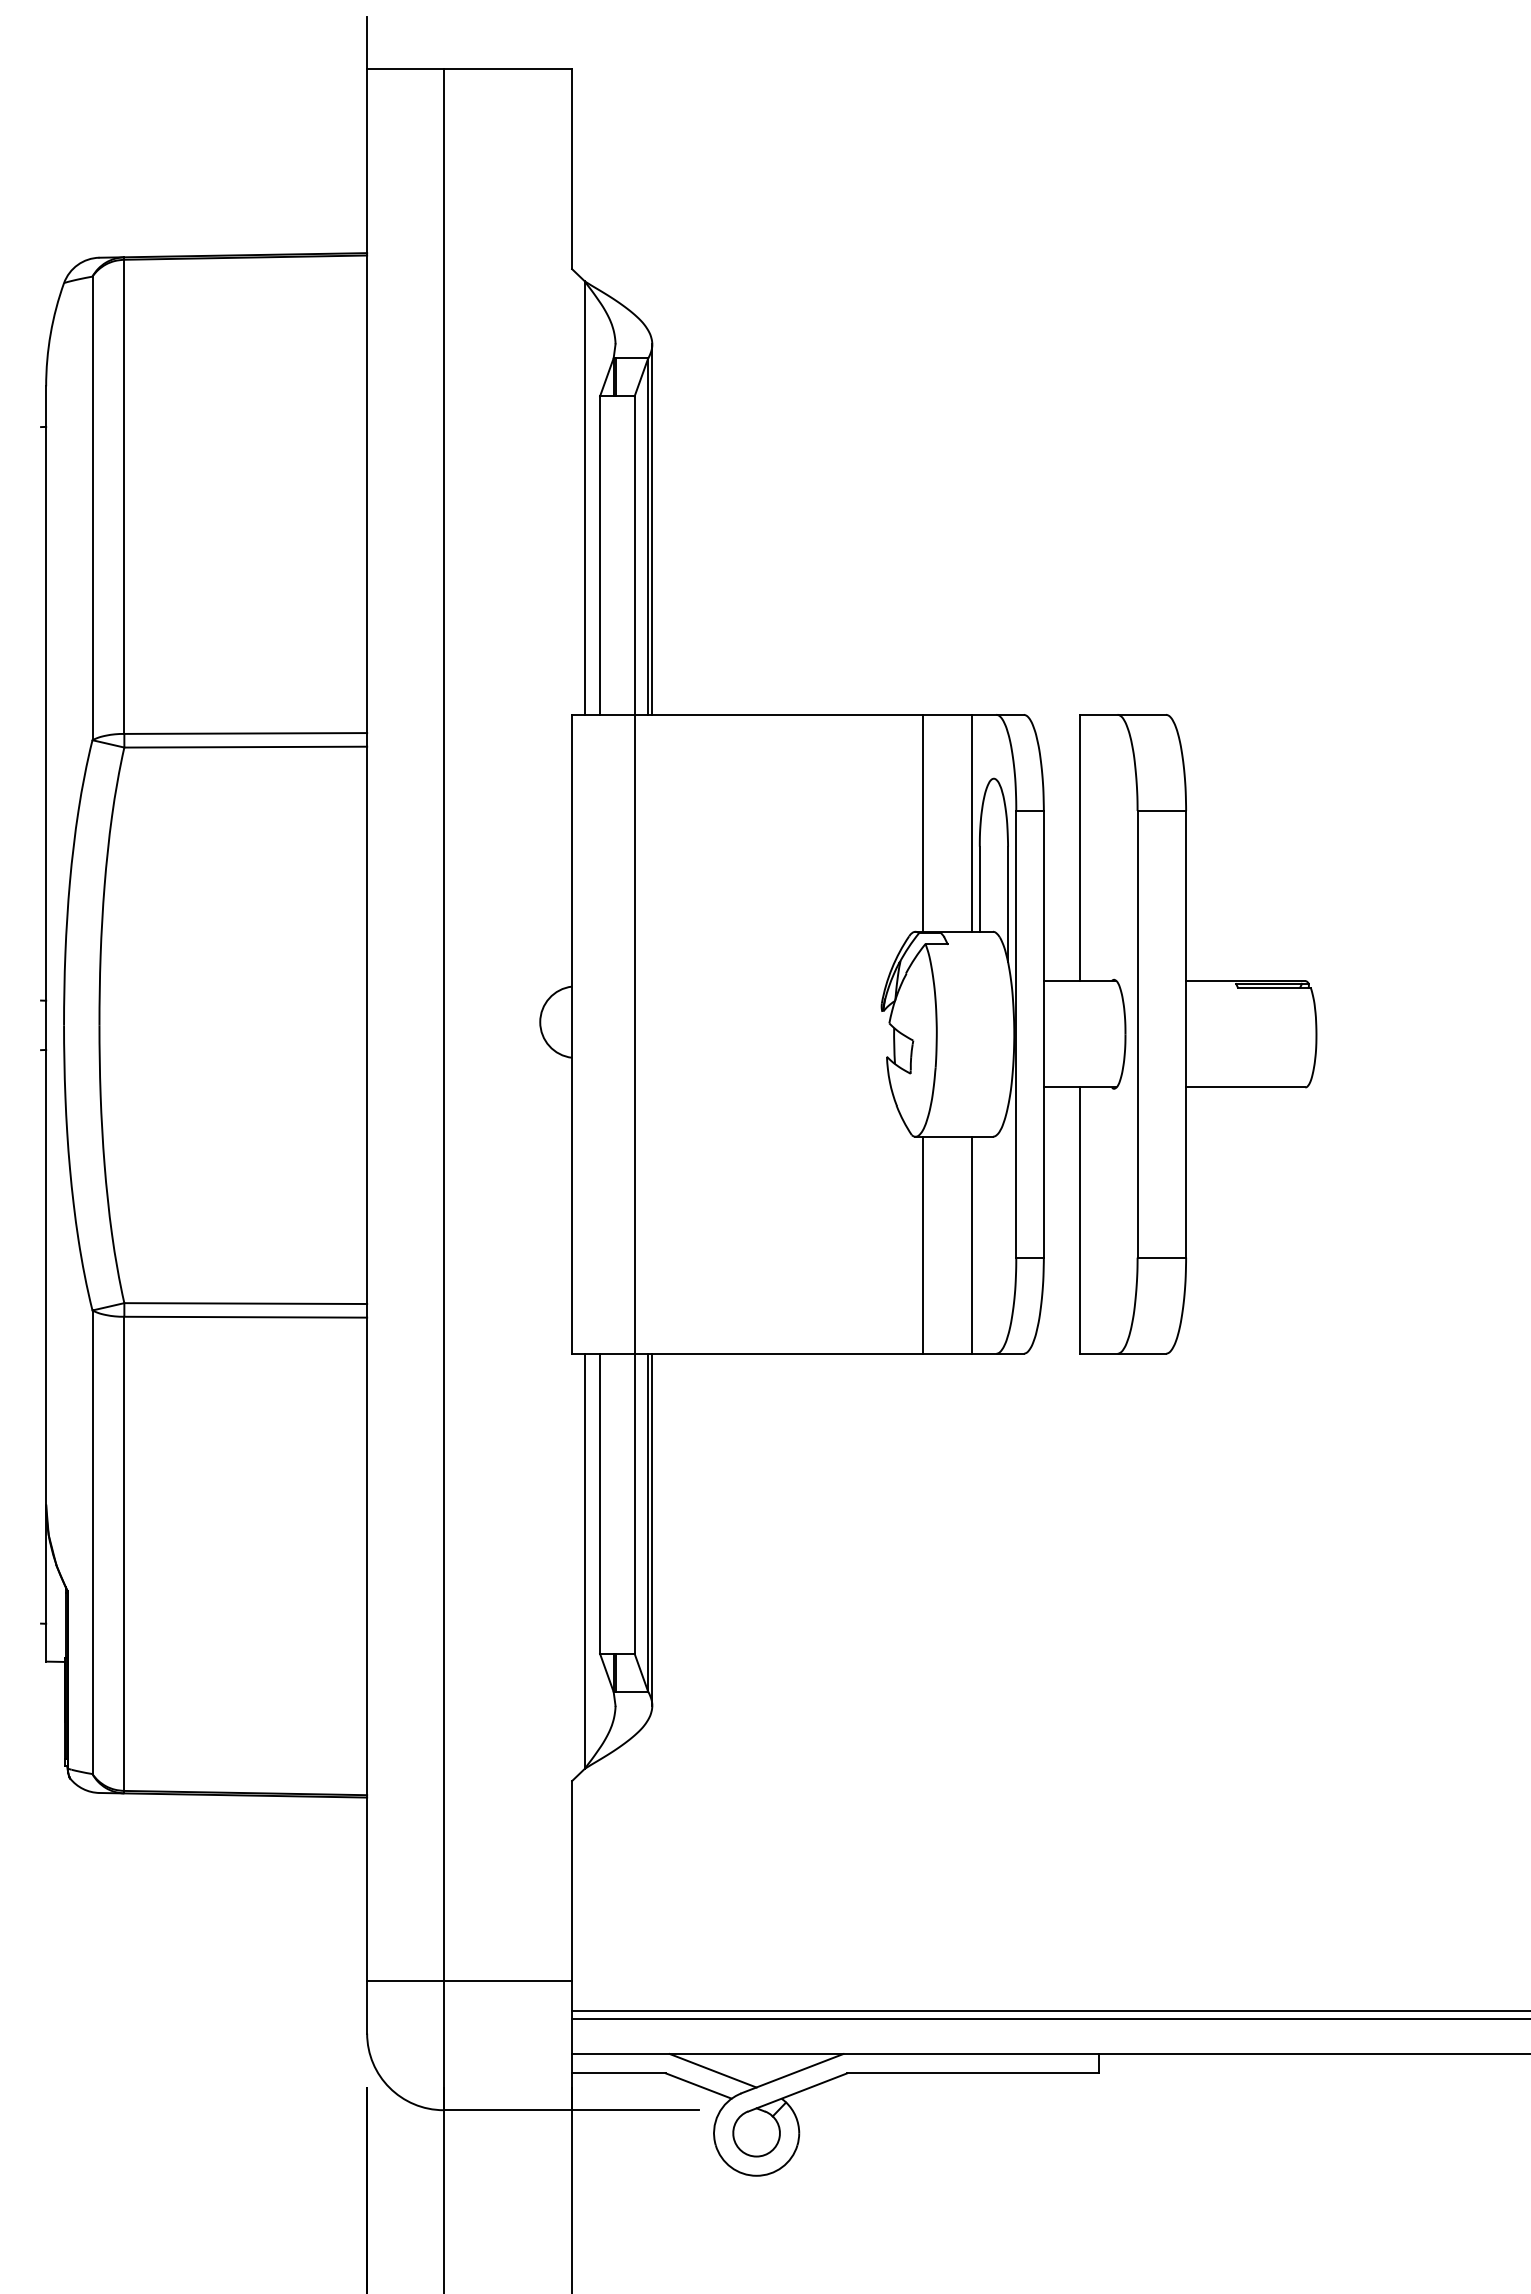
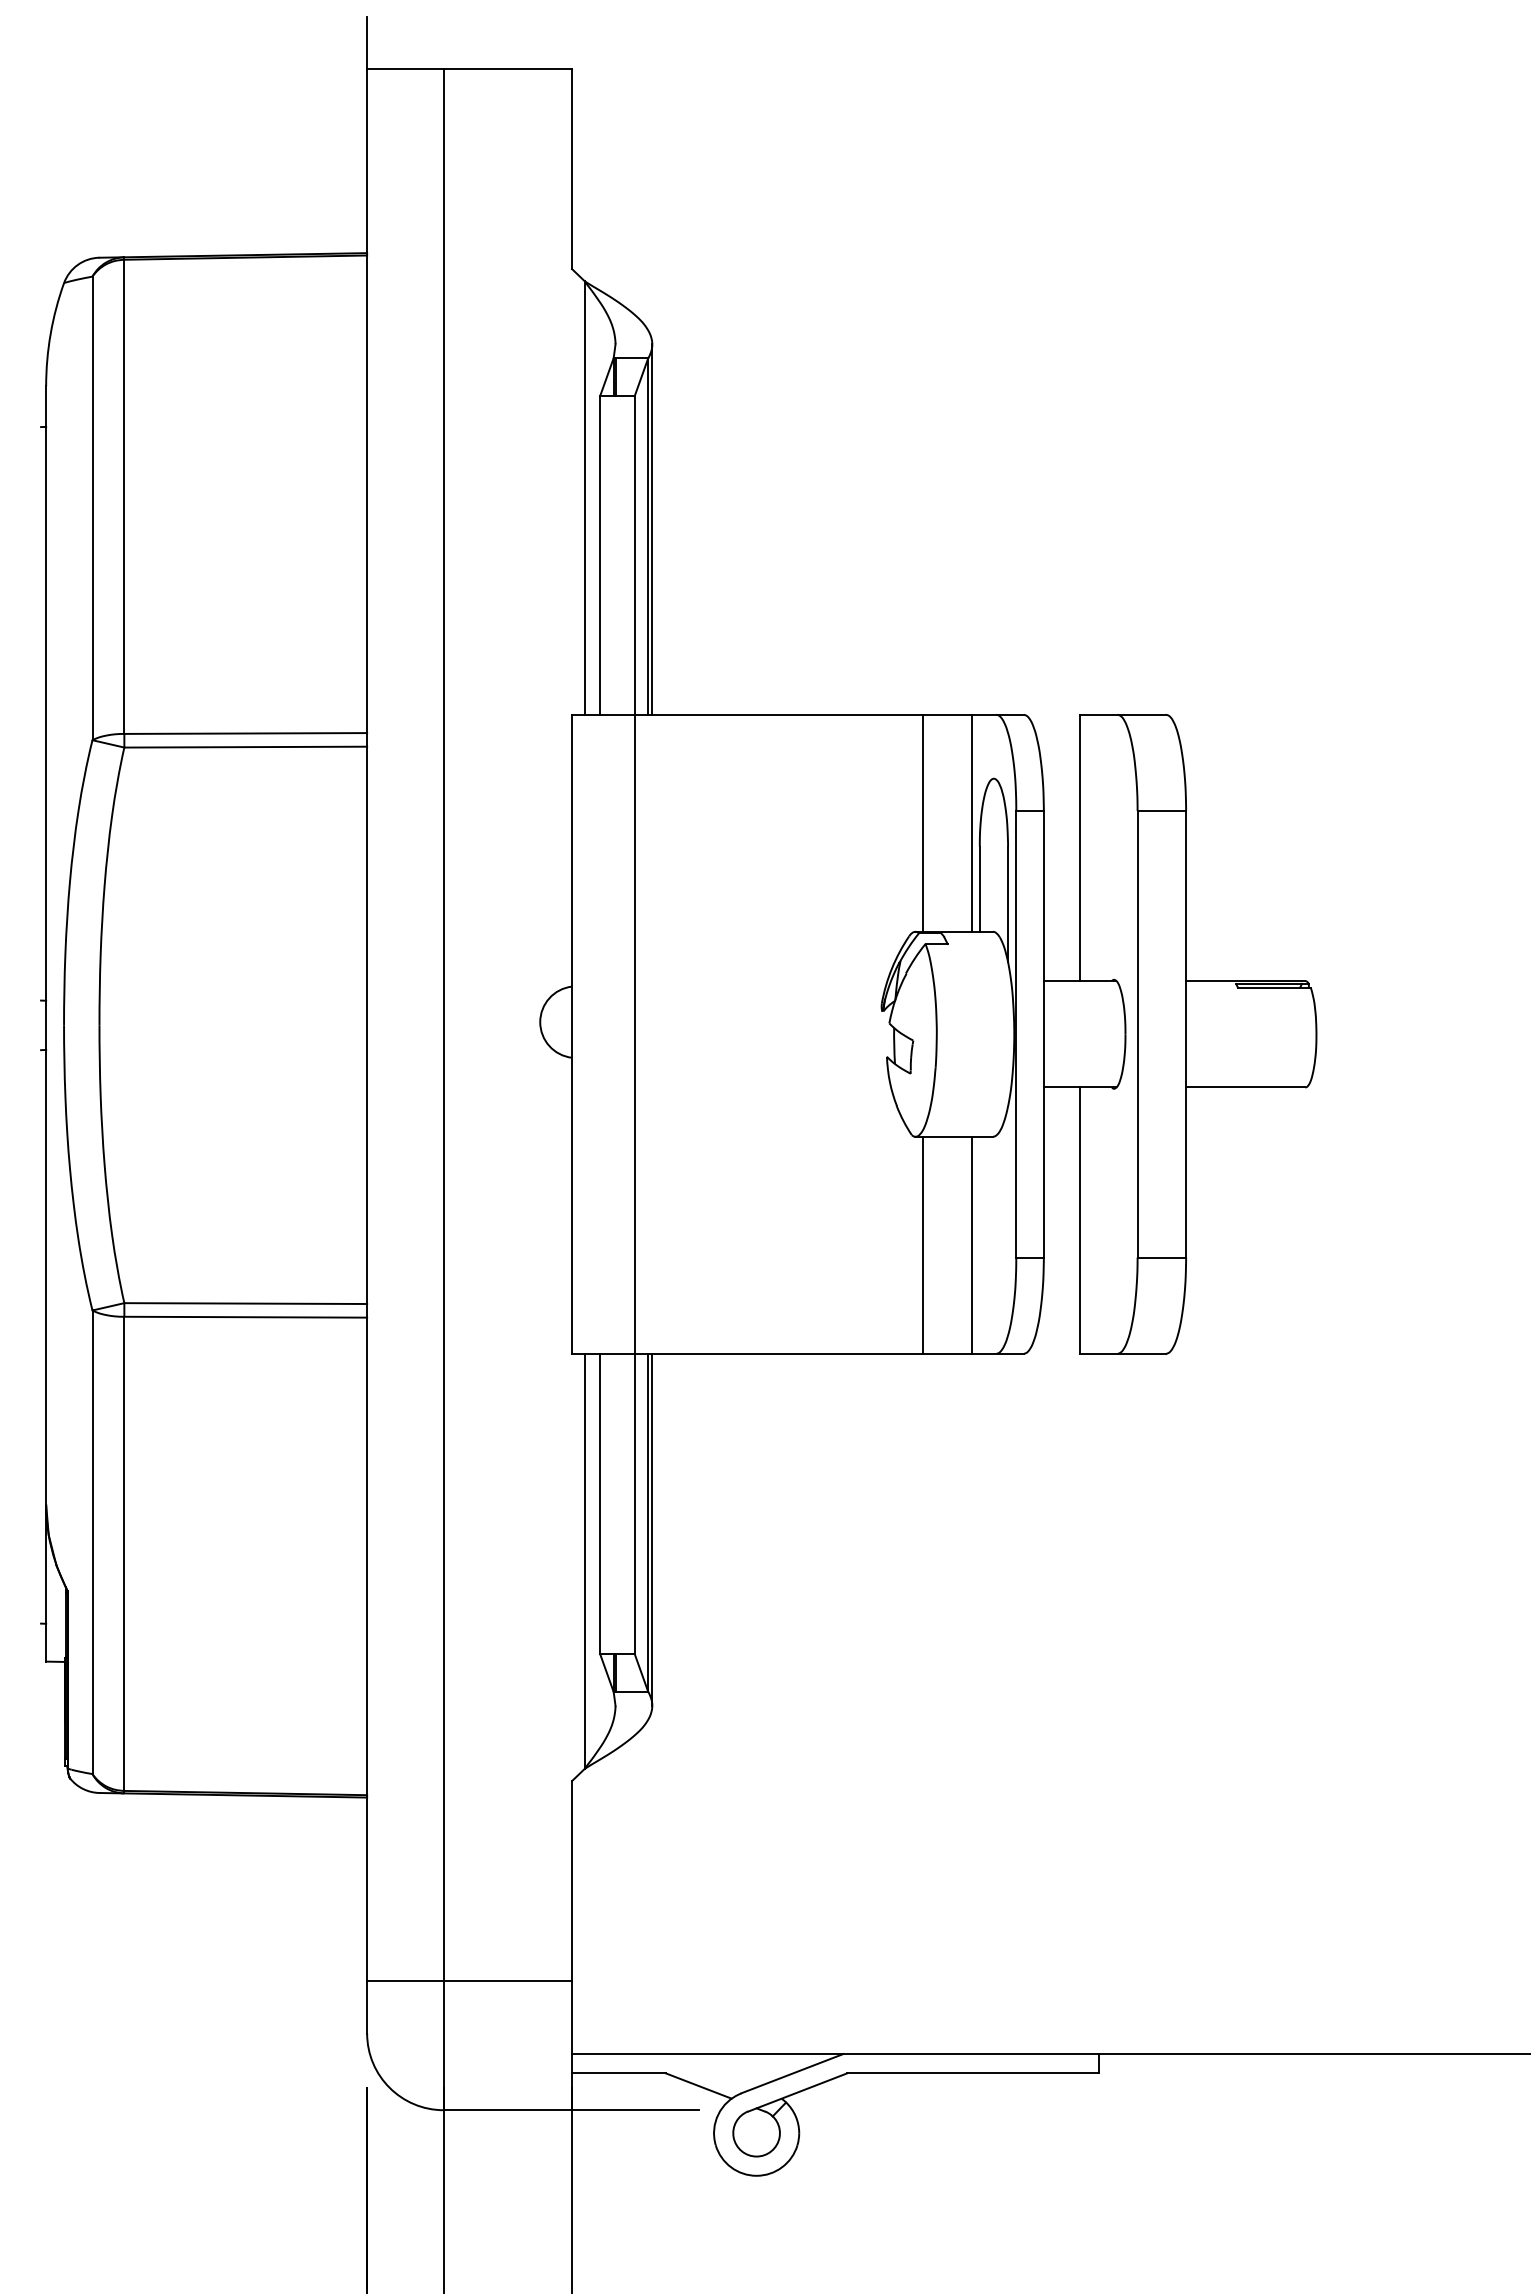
line at (1049, 2011): present -> none
line at (1049, 2018): present -> none
line at (712, 2070): present -> none
